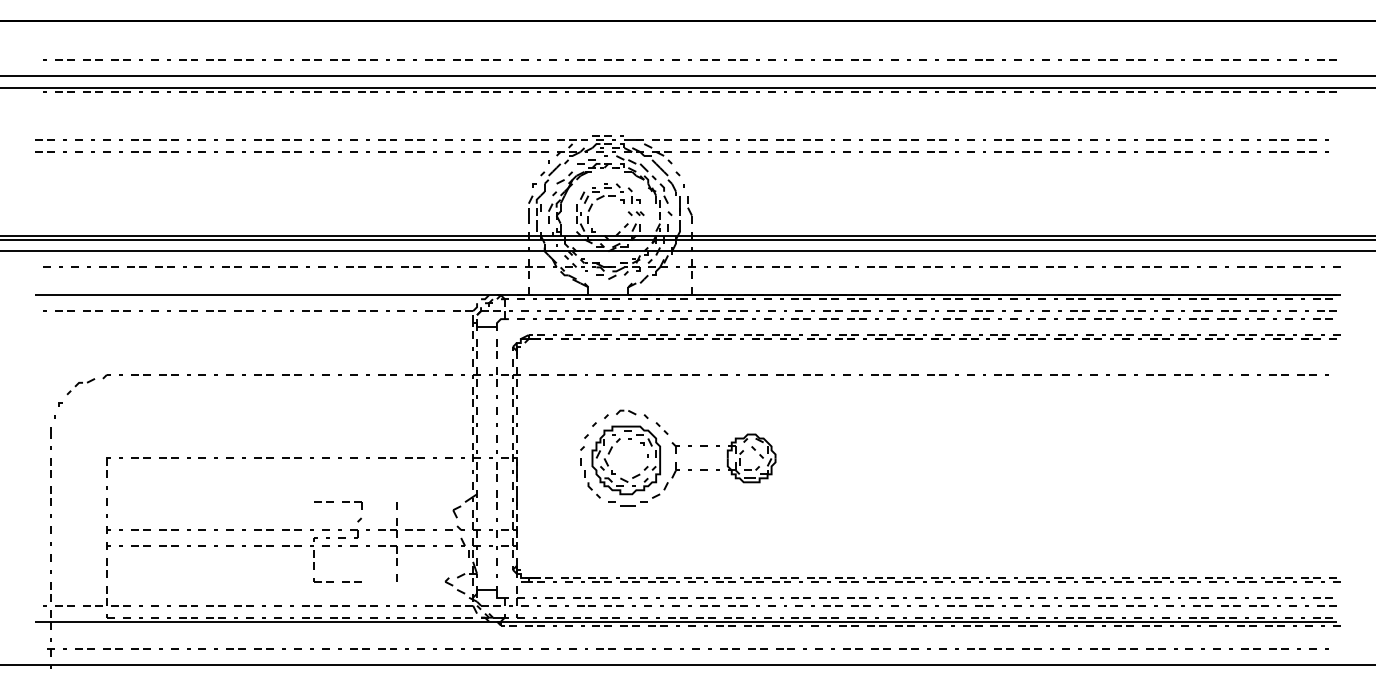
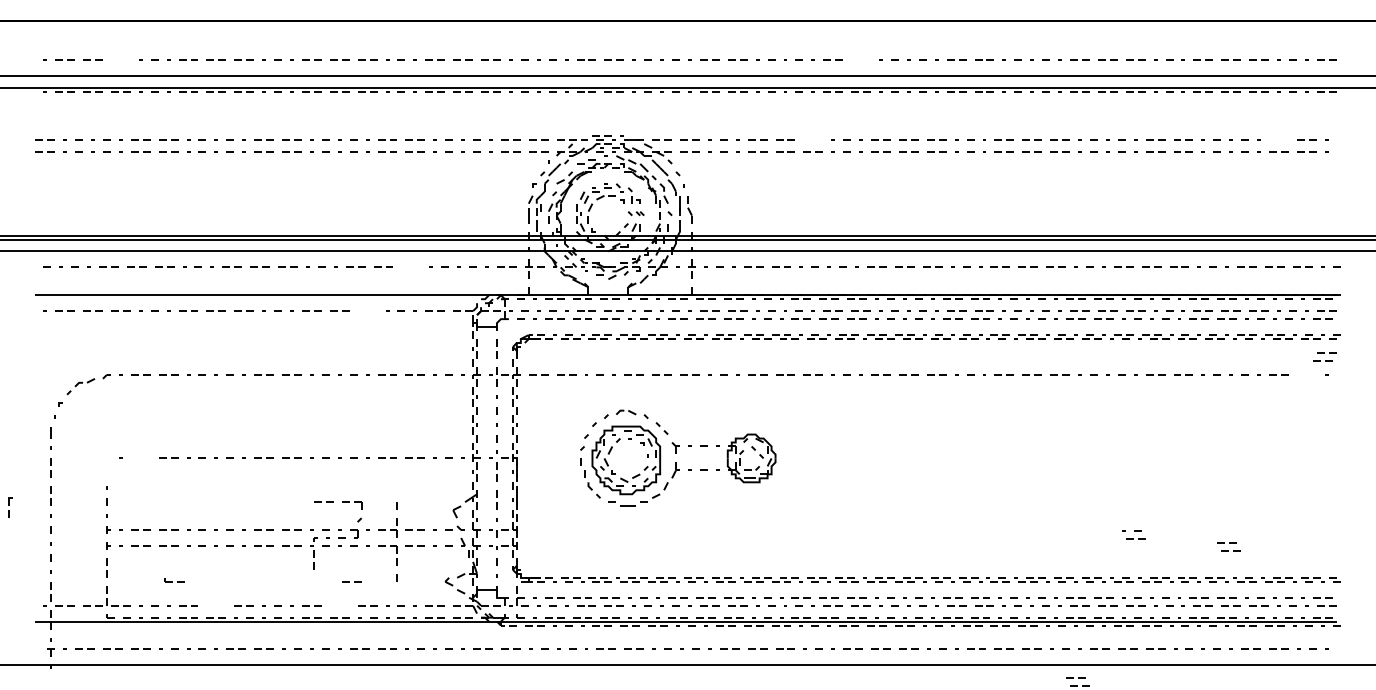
line at (118, 59): present -> none
line at (858, 59): present -> none
line at (810, 139): present -> none
line at (1276, 139): present -> none
line at (408, 266): present -> none
line at (365, 310): present -> none
part at (1324, 356): none -> present
line at (1304, 374): present -> none
line at (138, 457): present -> none
part at (108, 467) position: (108, 467) -> (10, 507)
part at (1133, 534): none -> present
part at (1228, 546): none -> present
part at (323, 580) position: (323, 580) -> (174, 580)
line at (213, 605): present -> none
line at (337, 605): present -> none
part at (1077, 681): none -> present
